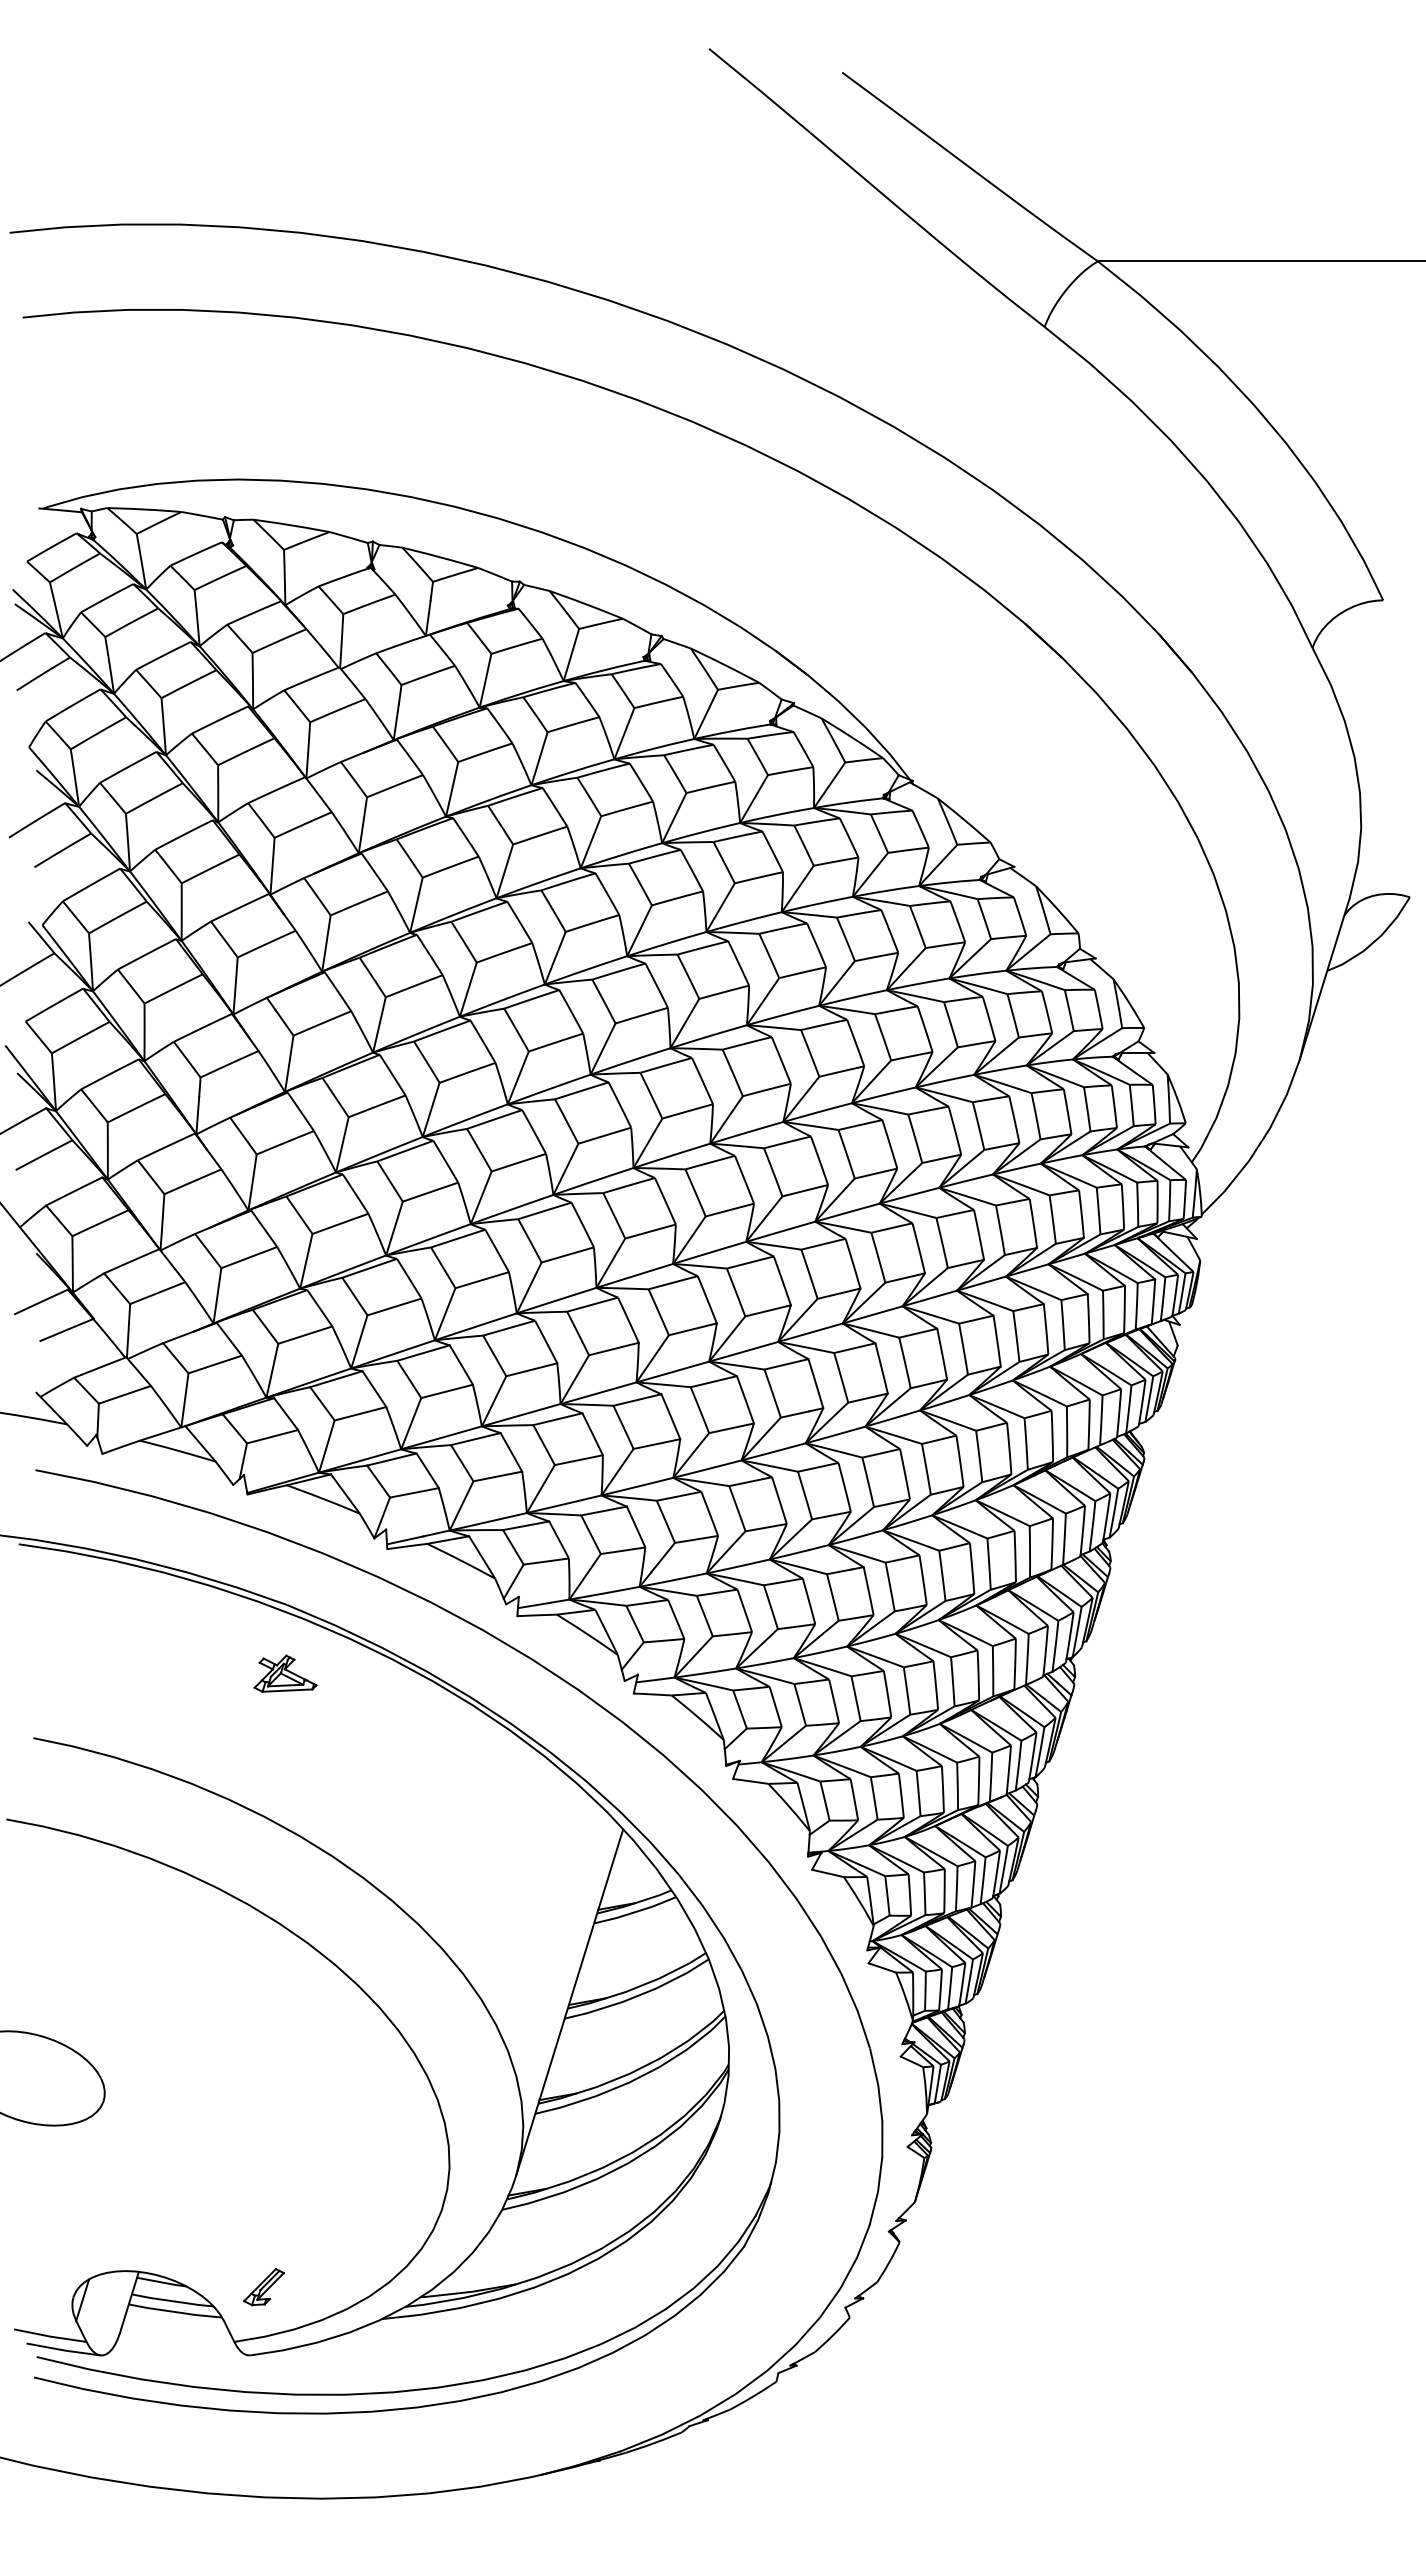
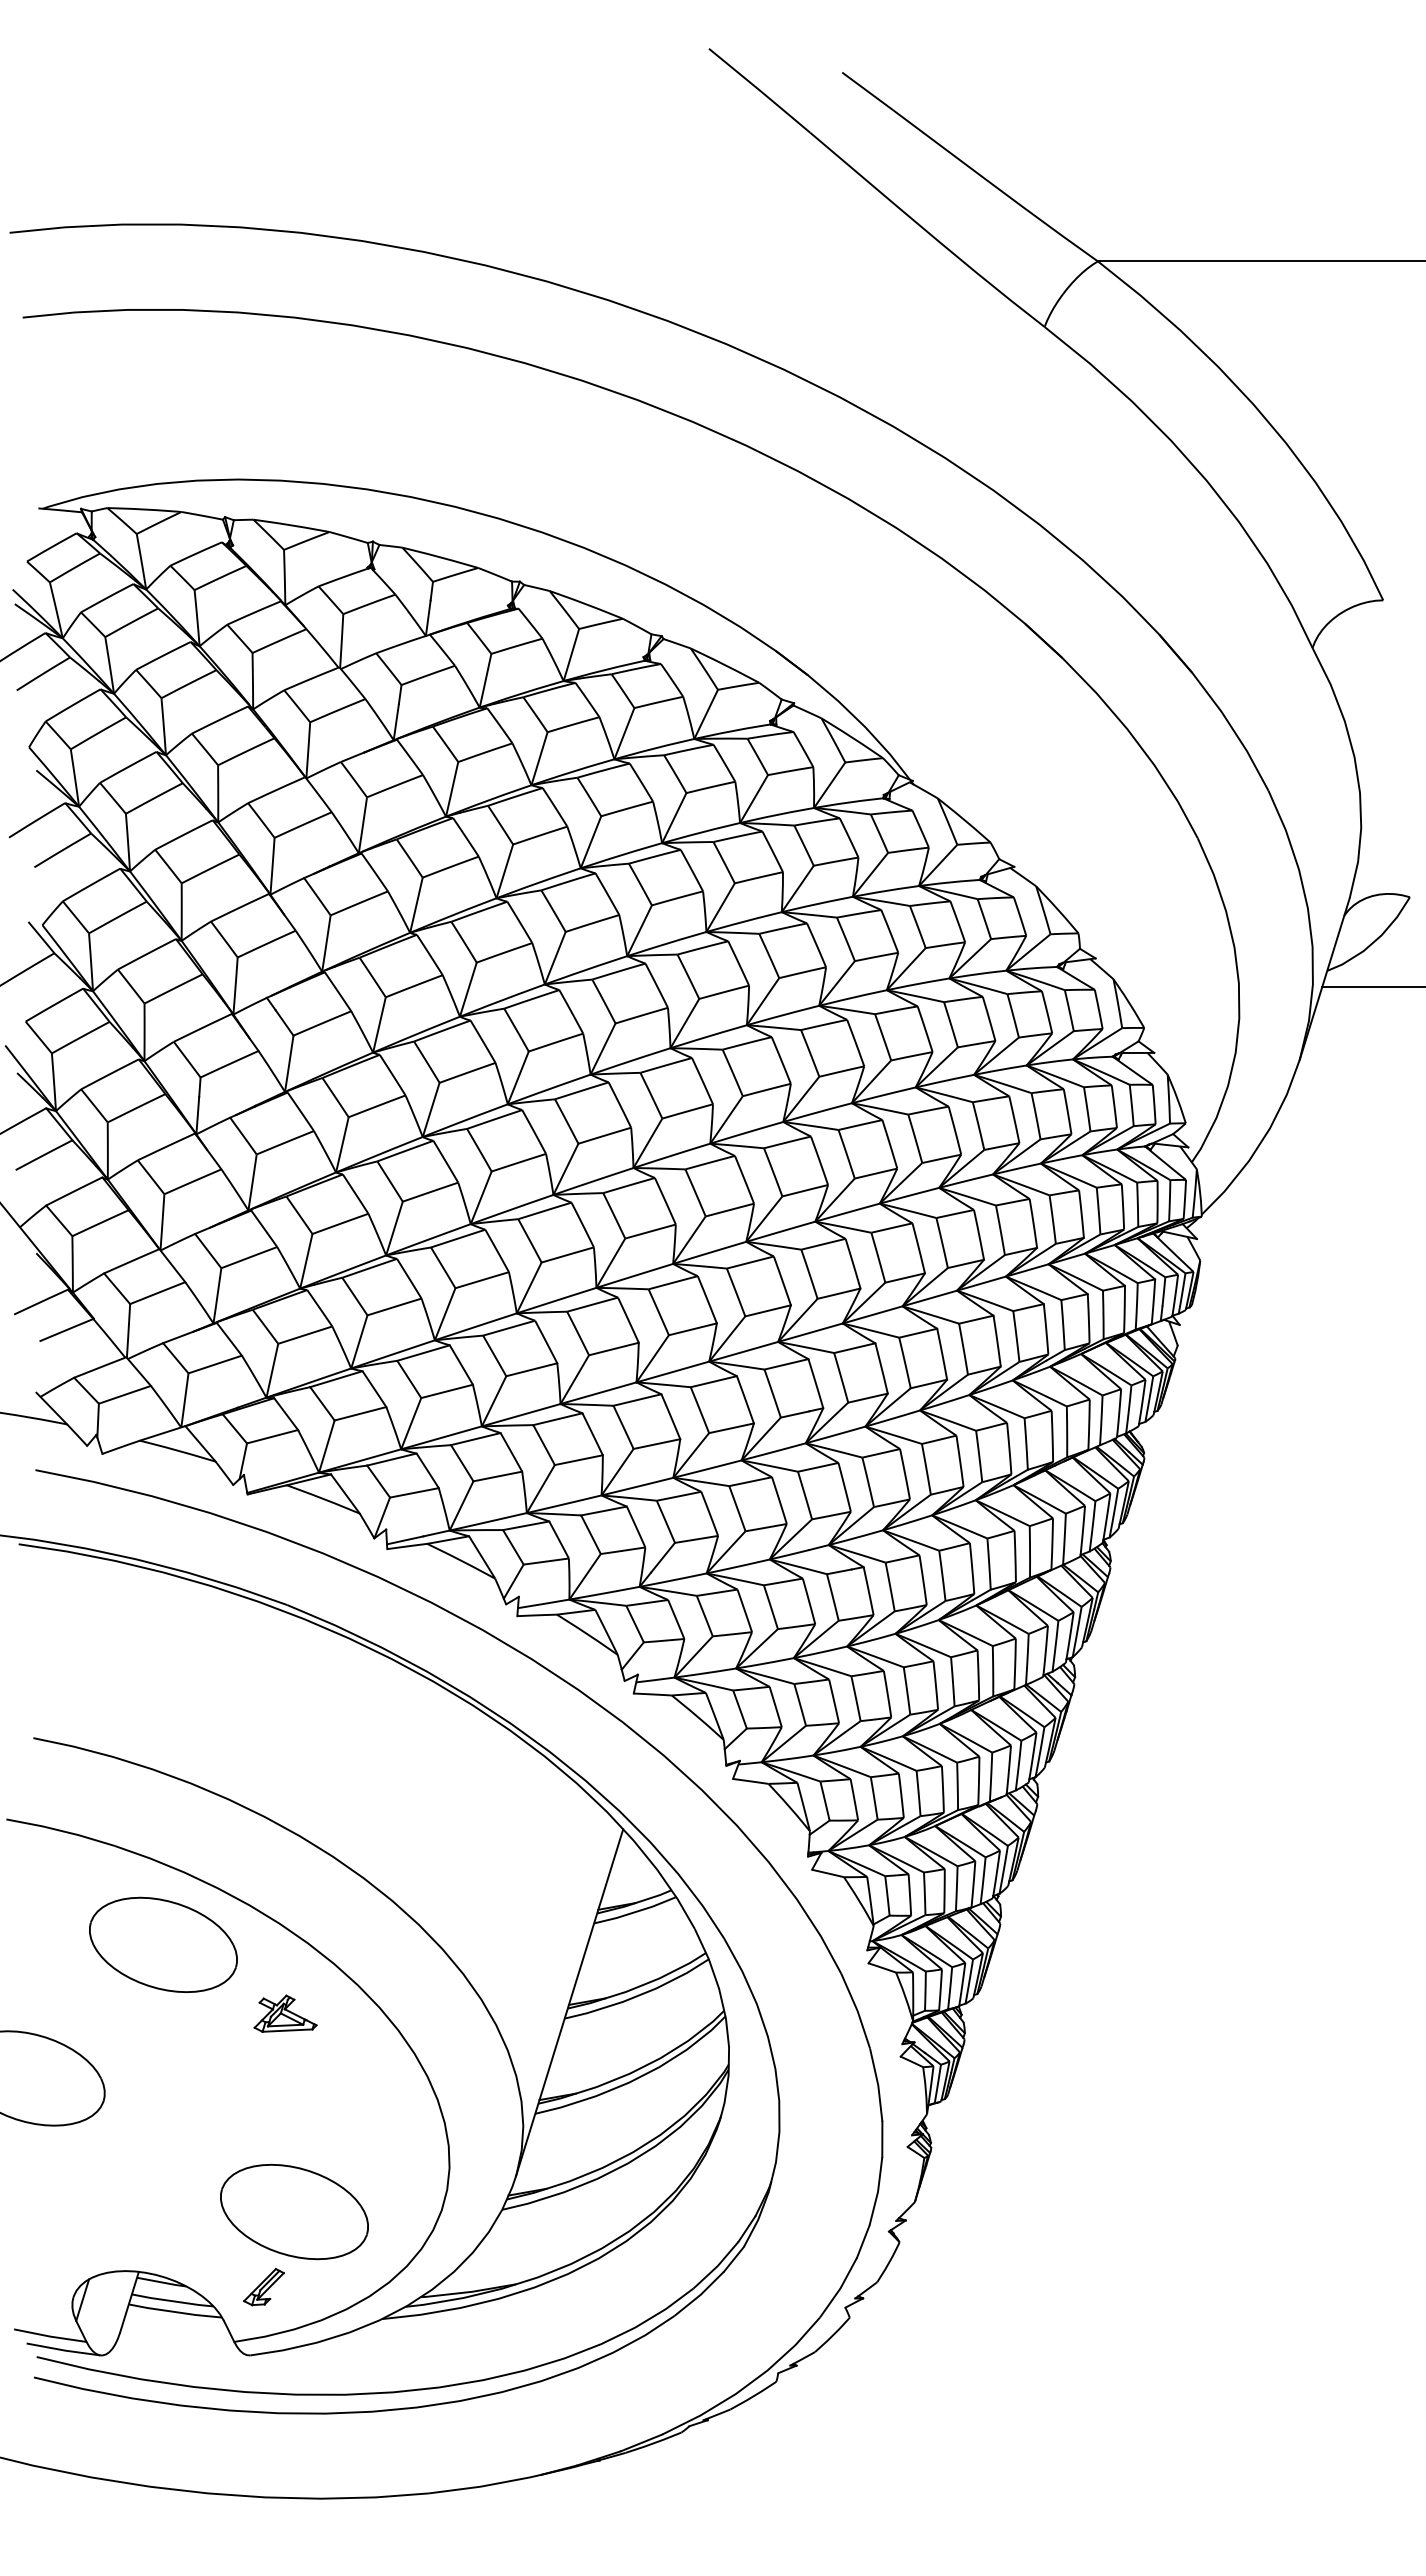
line at (1372, 987): none -> present
part at (285, 1673) position: (285, 1673) -> (285, 2013)
part at (163, 1944): none -> present
part at (294, 2211): none -> present
